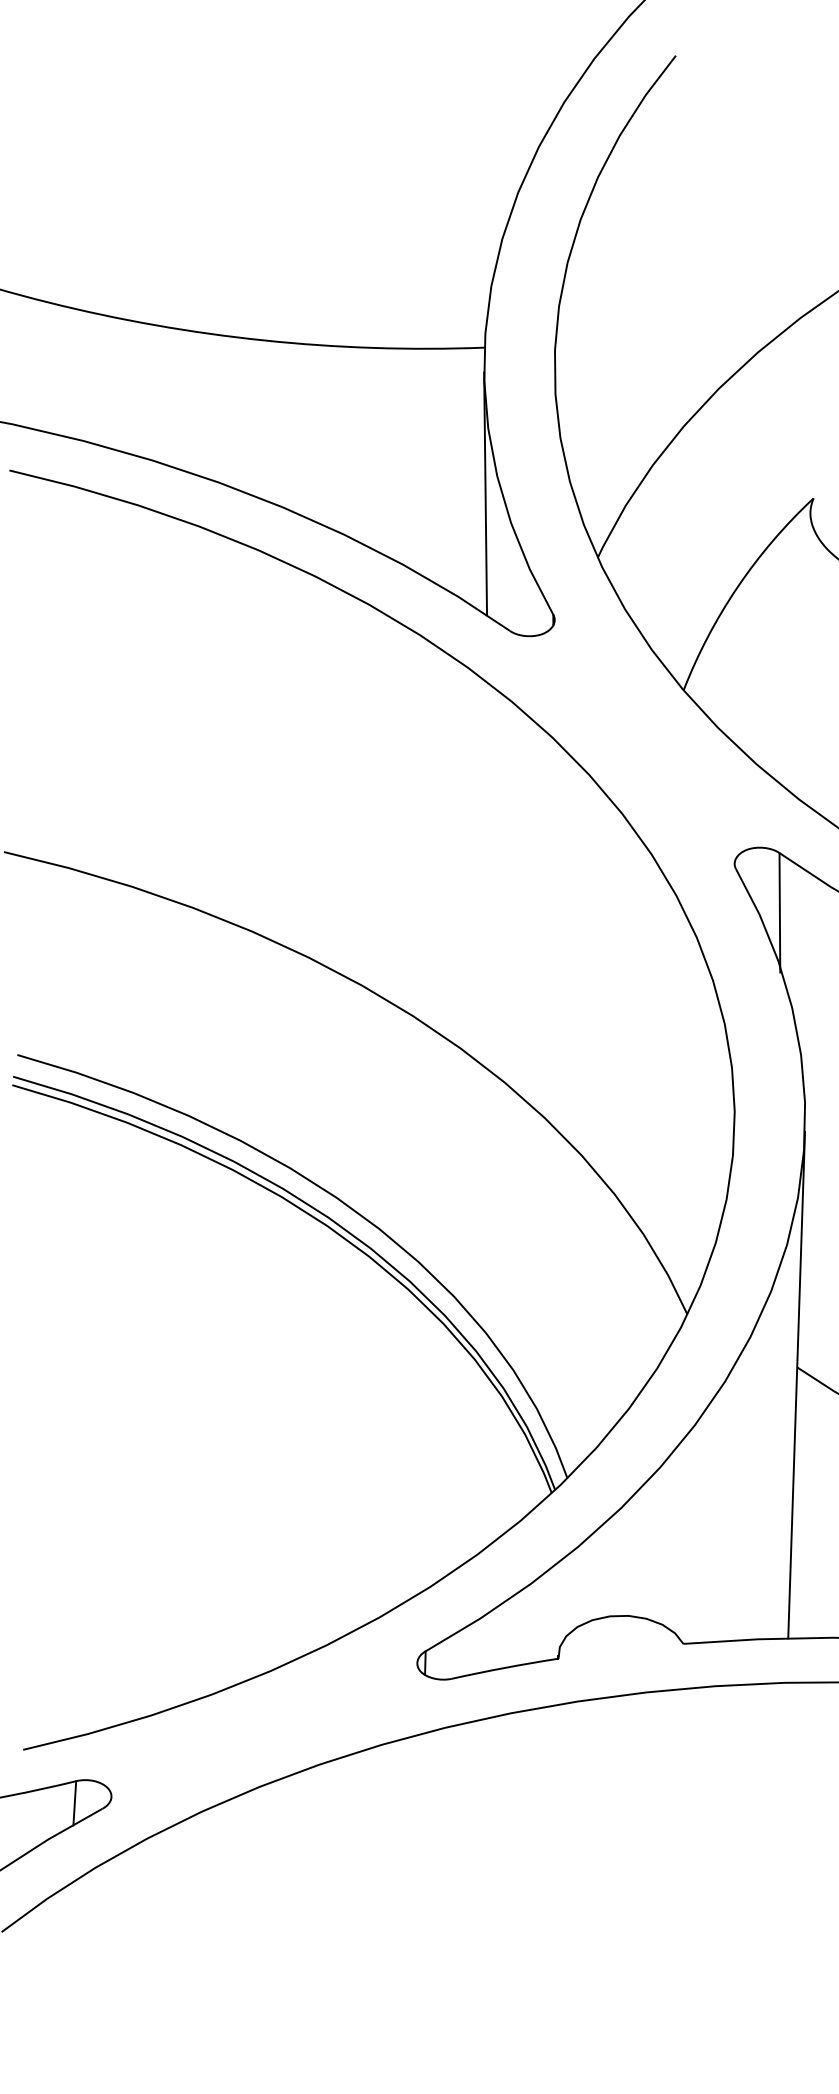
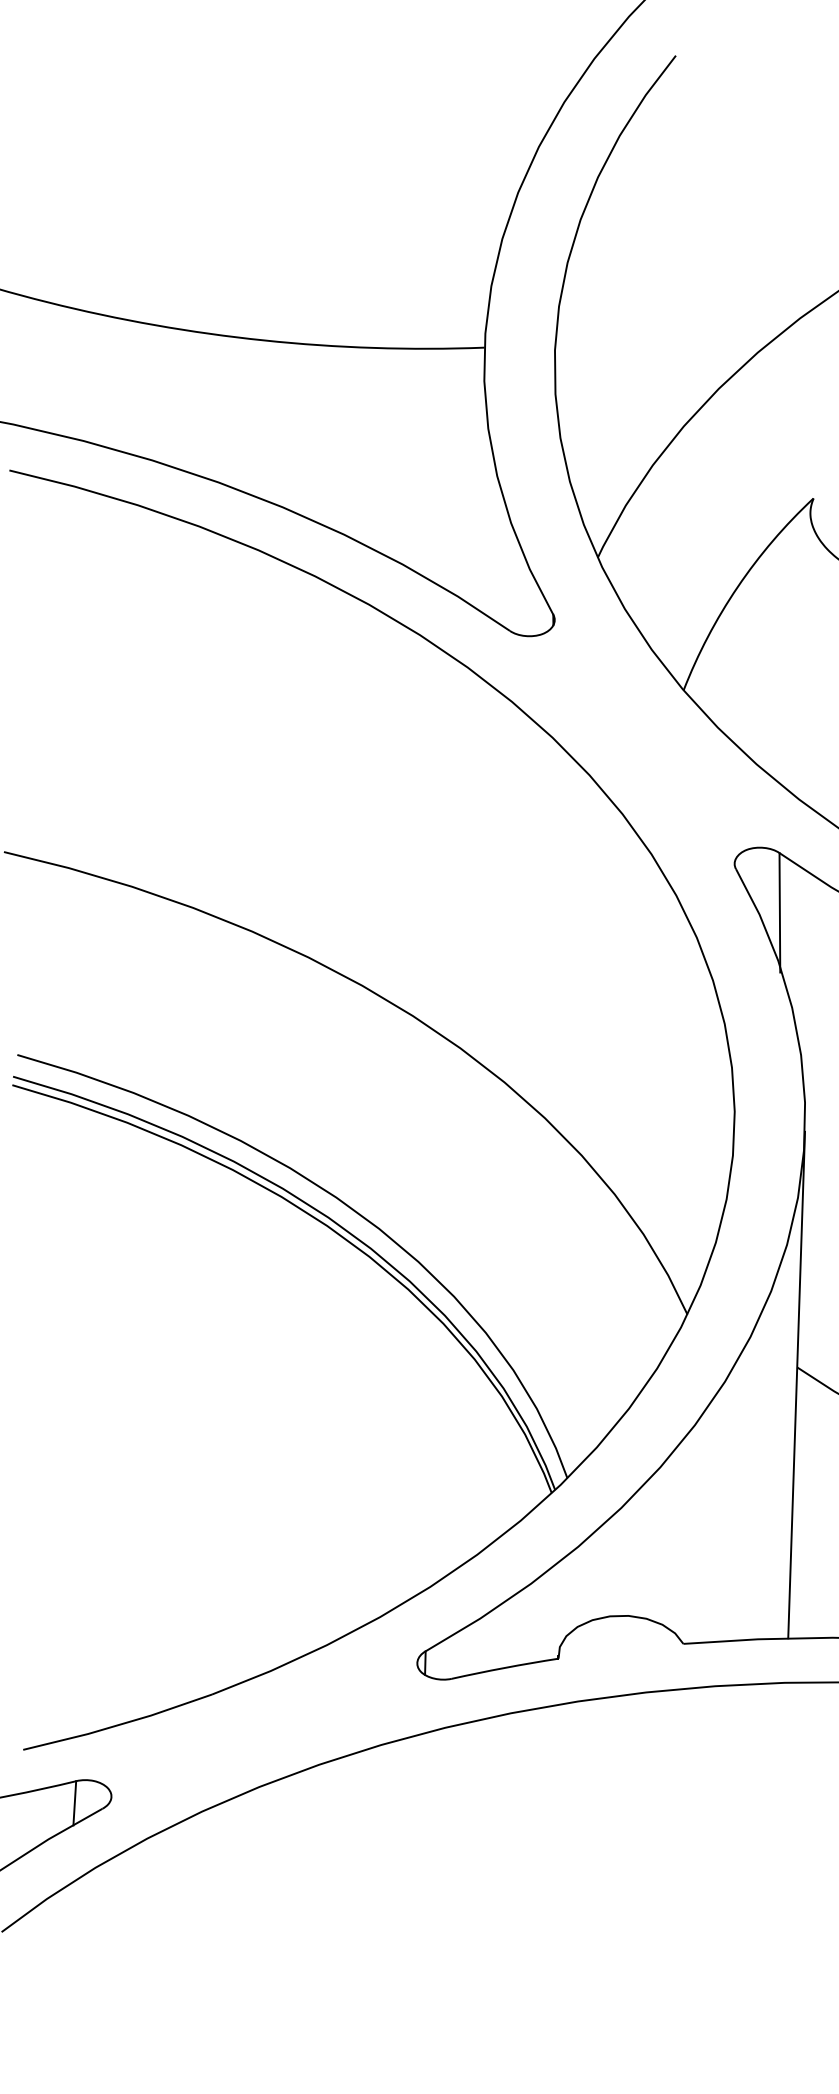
line at (485, 493): present -> none
